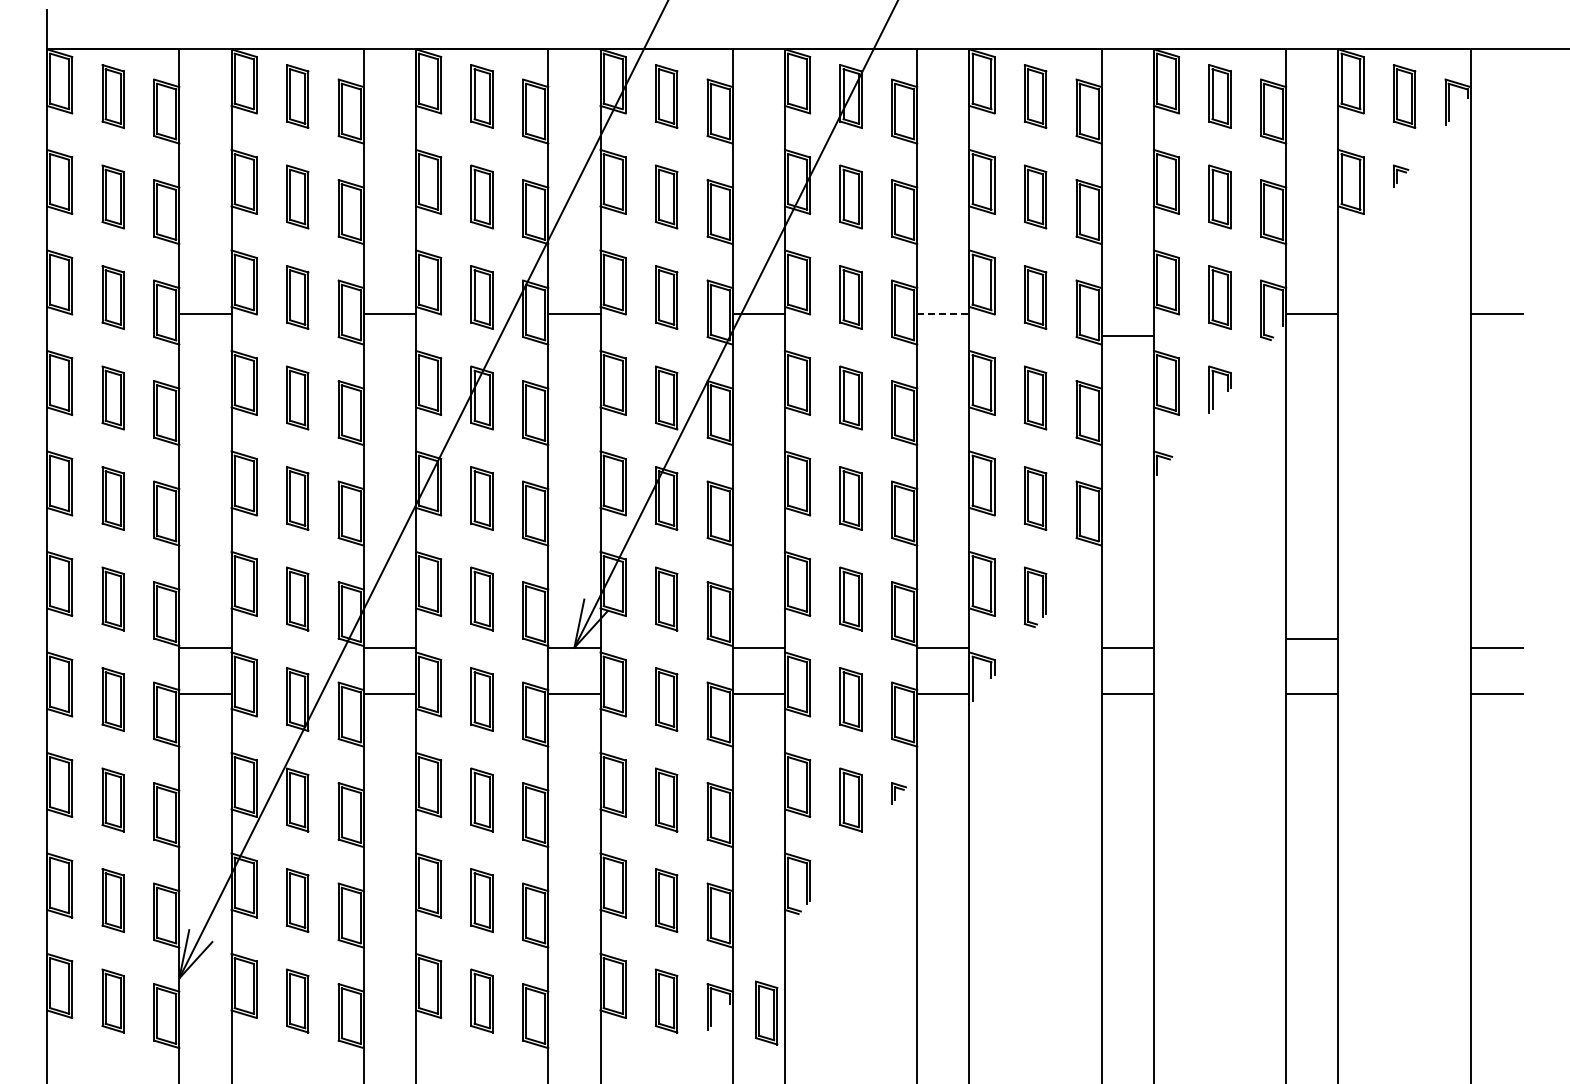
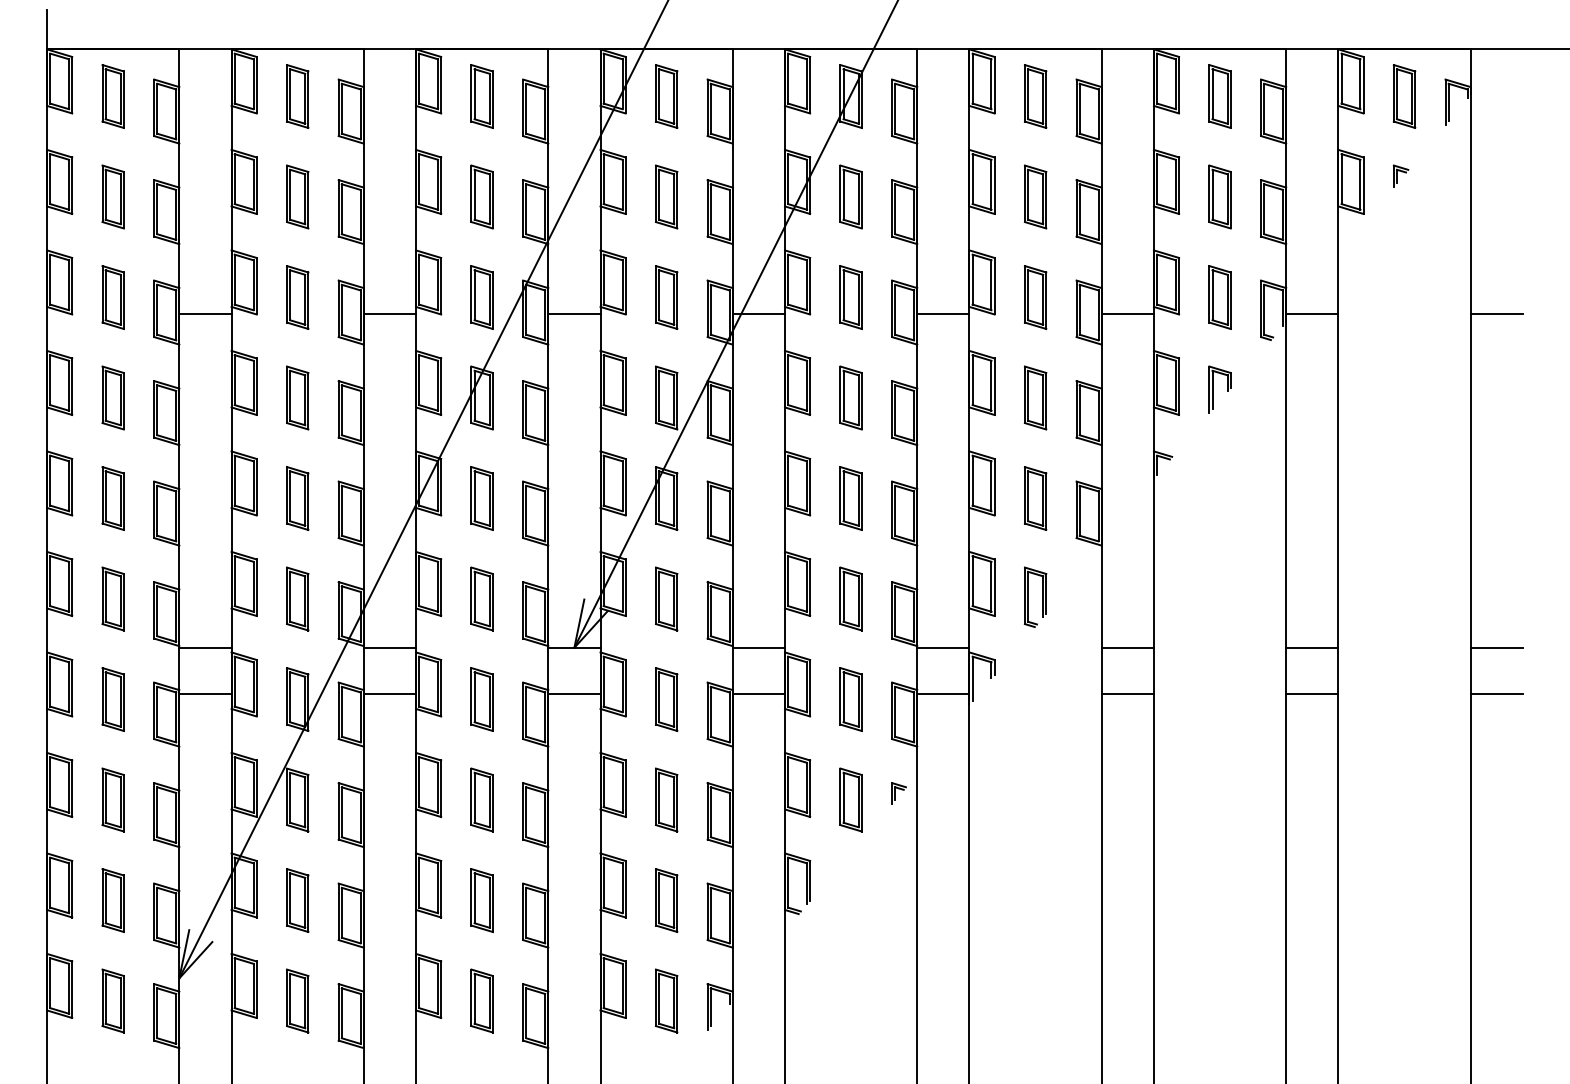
line at (943, 313): dashed -> solid
line at (1127, 335) position: (1127, 335) -> (1127, 313)
line at (1312, 638) position: (1312, 638) -> (1312, 647)
part at (766, 1012): present -> none
